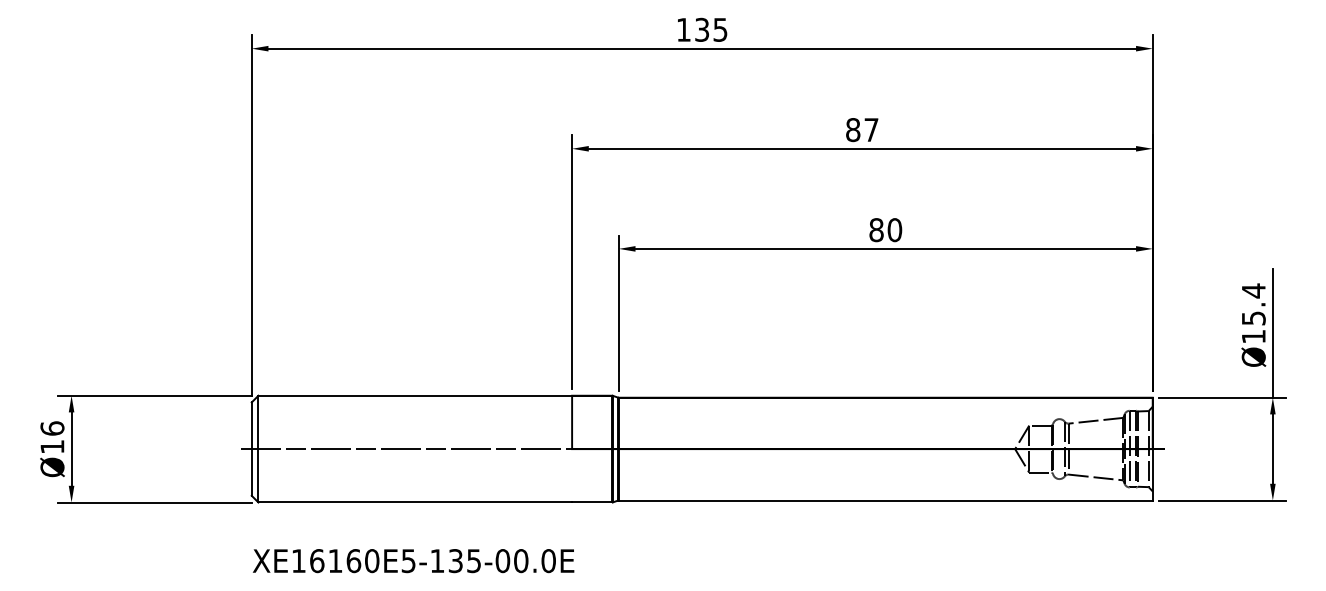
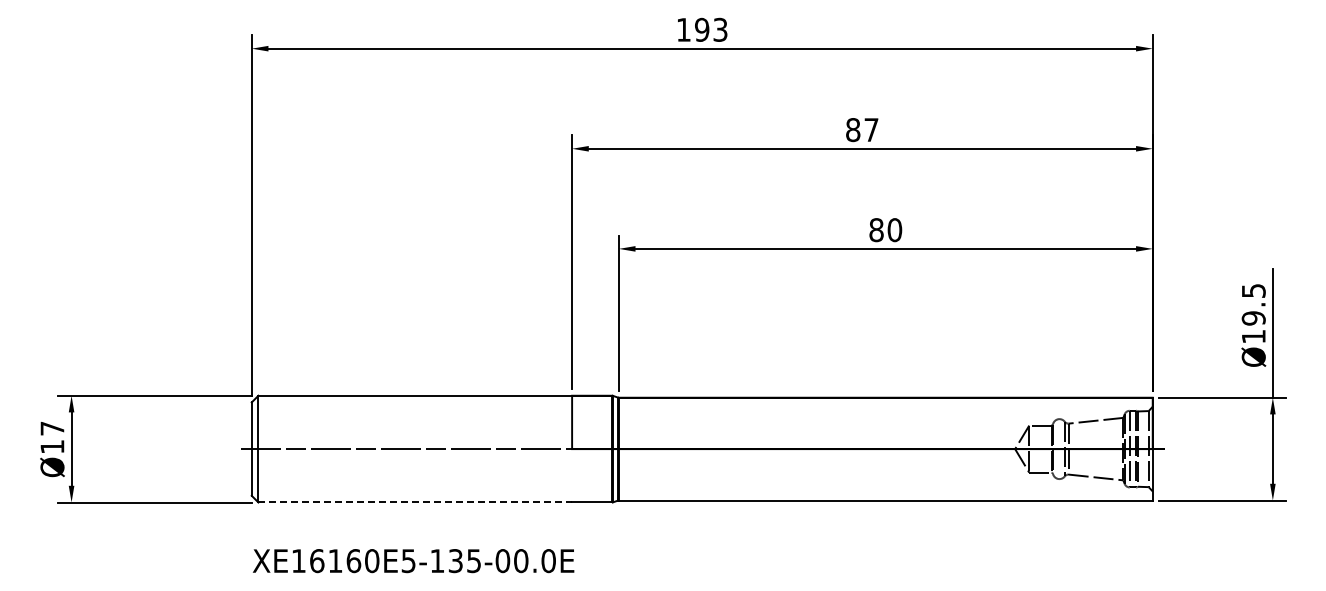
text at (711, 29): 135 -> 193
text at (1253, 304): Ø15.4 -> Ø19.5
text at (52, 428): Ø16 -> Ø17
line at (415, 502): solid -> dashed
